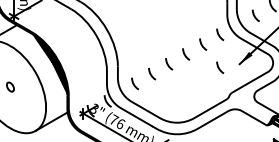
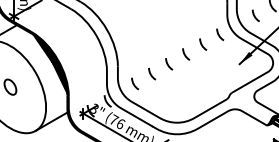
curve at (219, 67): present -> none
part at (10, 86) size: 9x12 px -> 15x18 px
